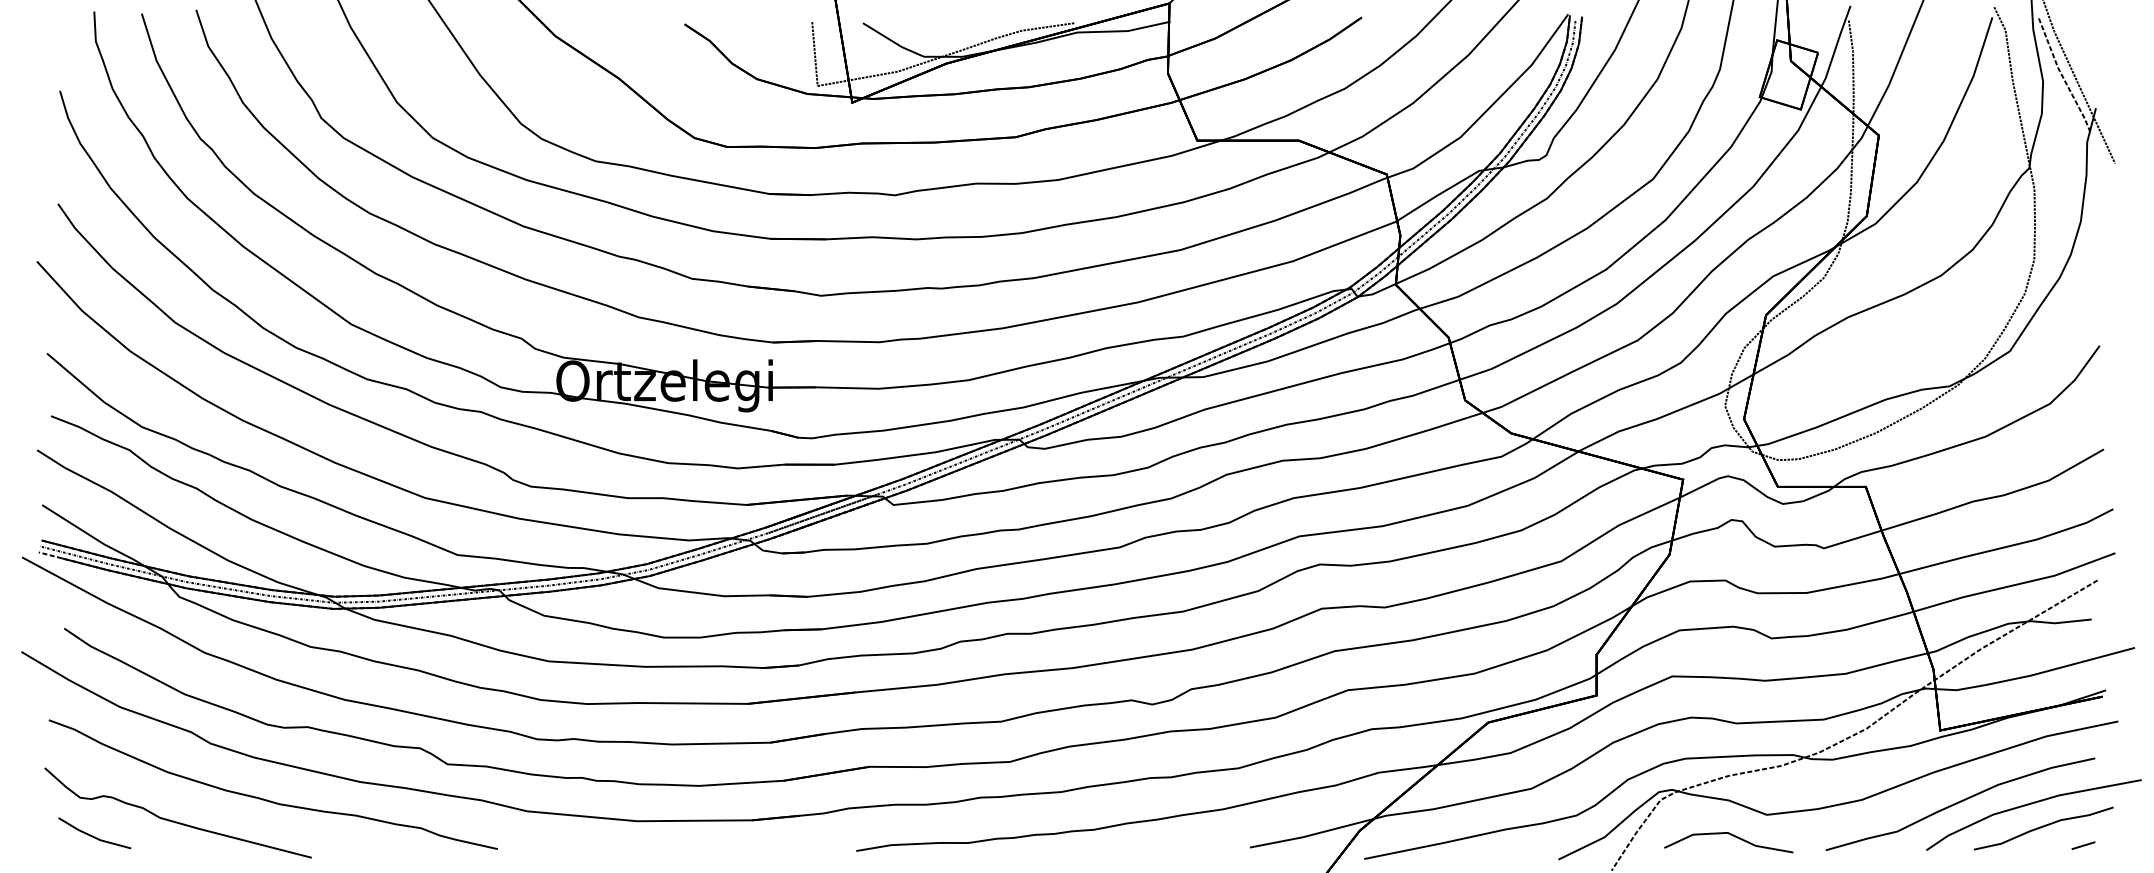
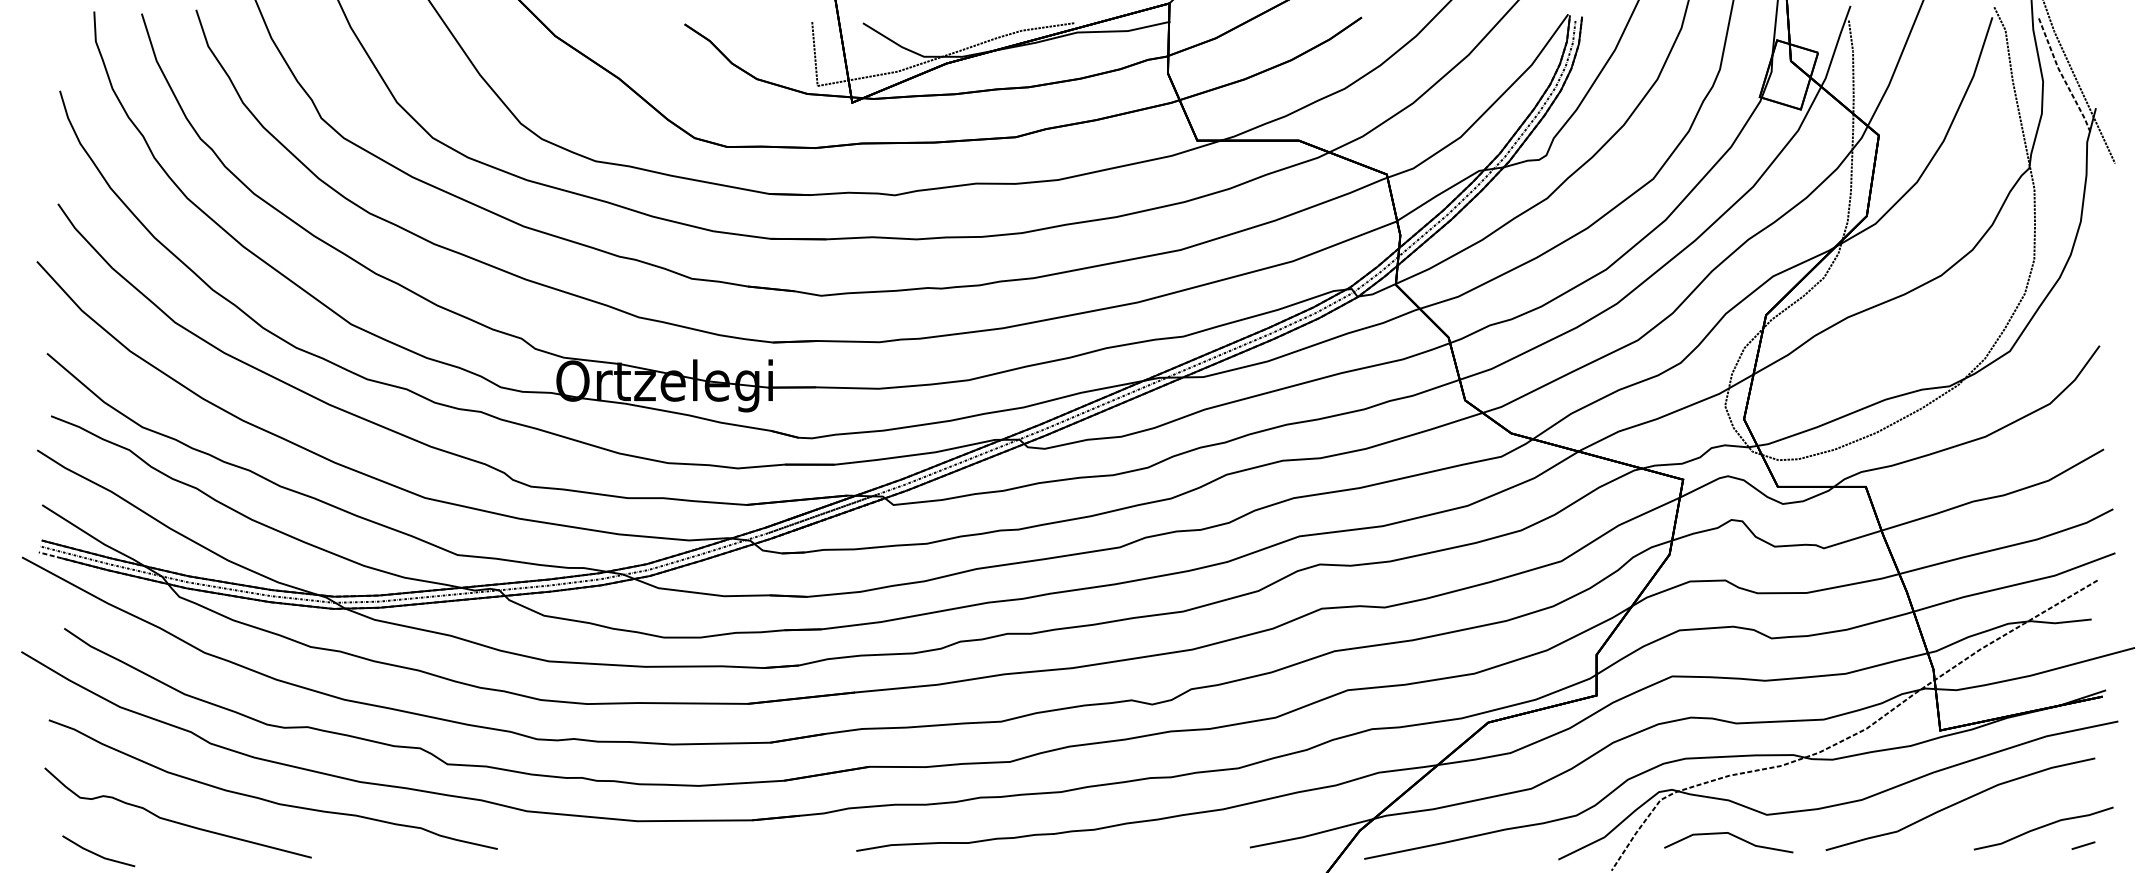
part at (2032, 804): present -> none
part at (94, 833) position: (94, 833) -> (98, 851)
